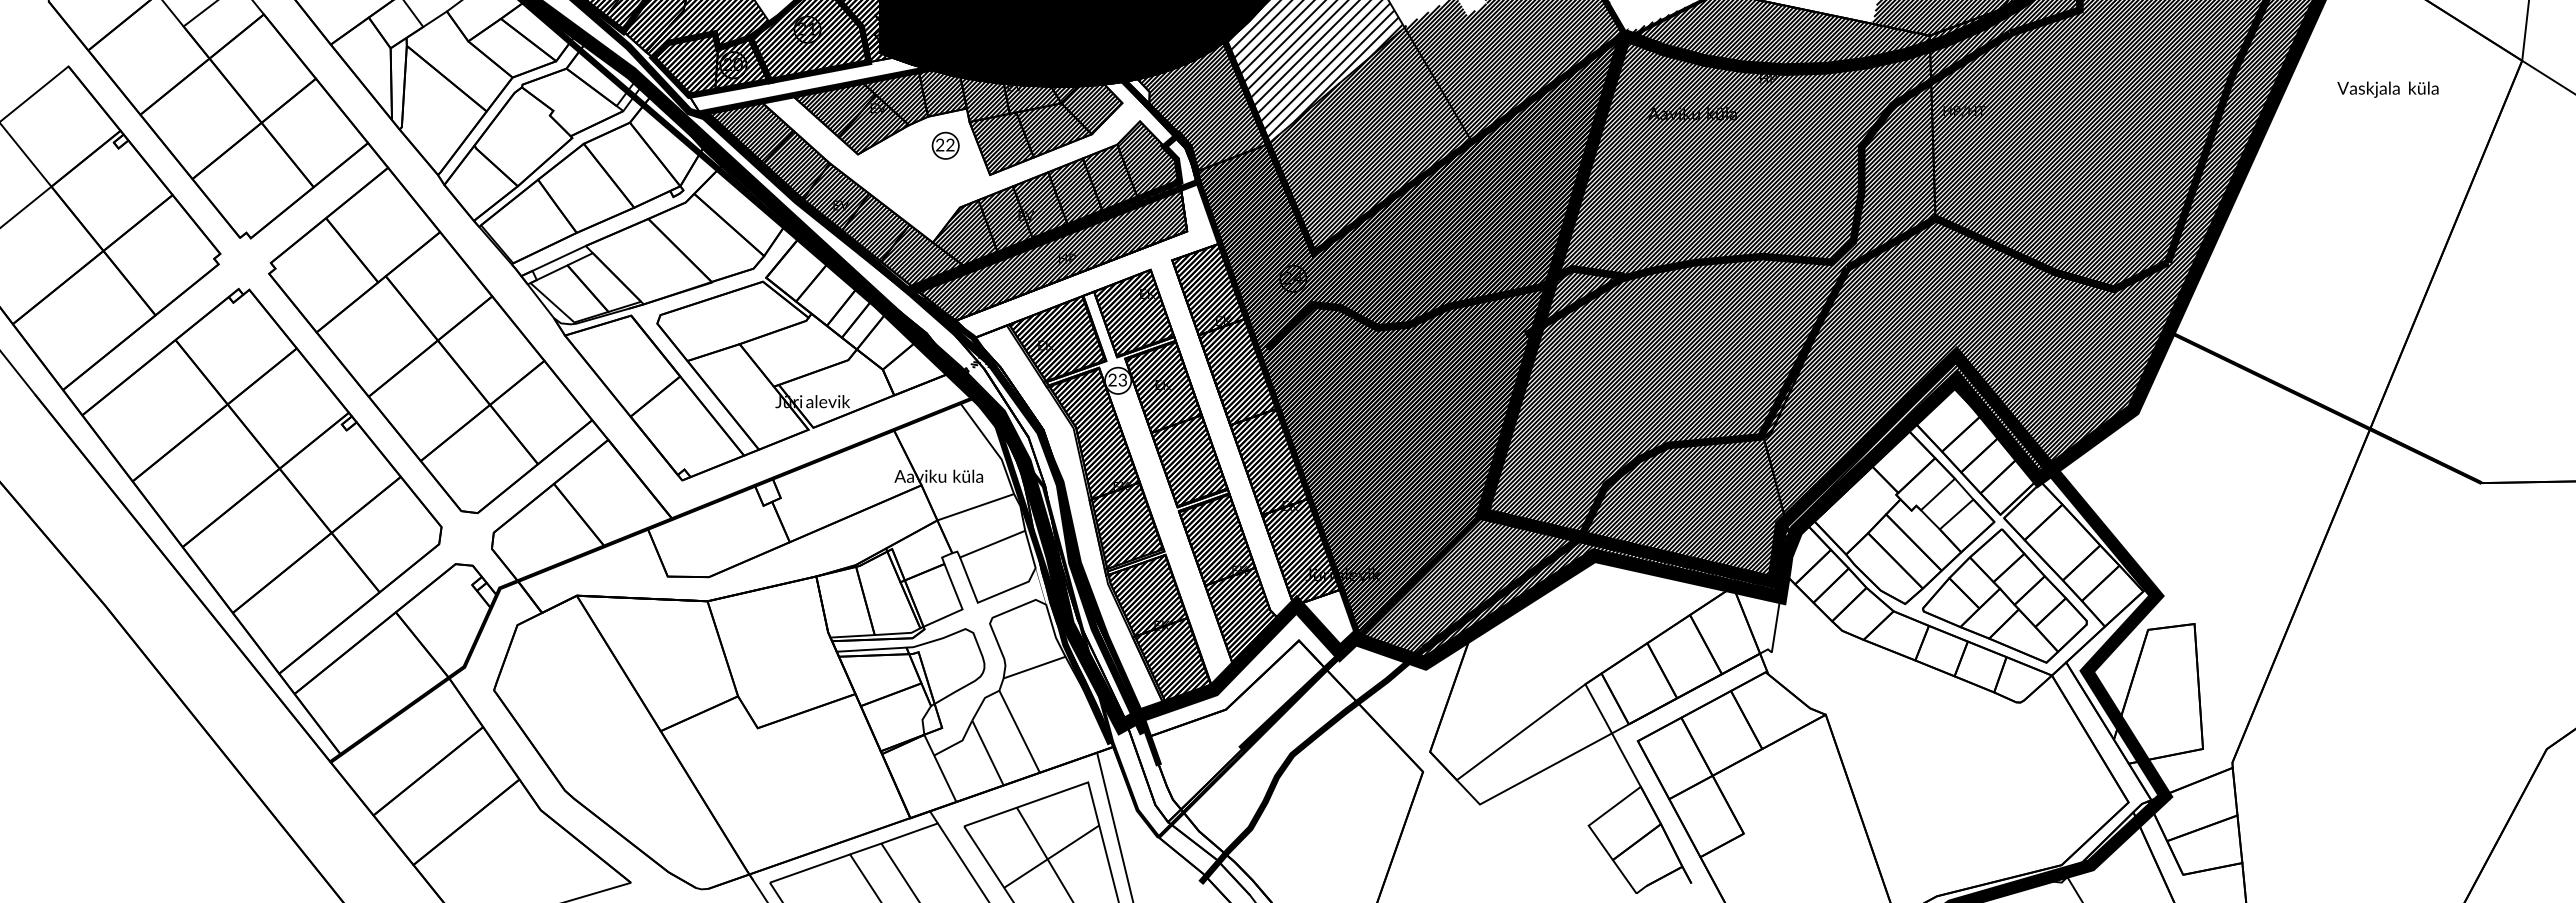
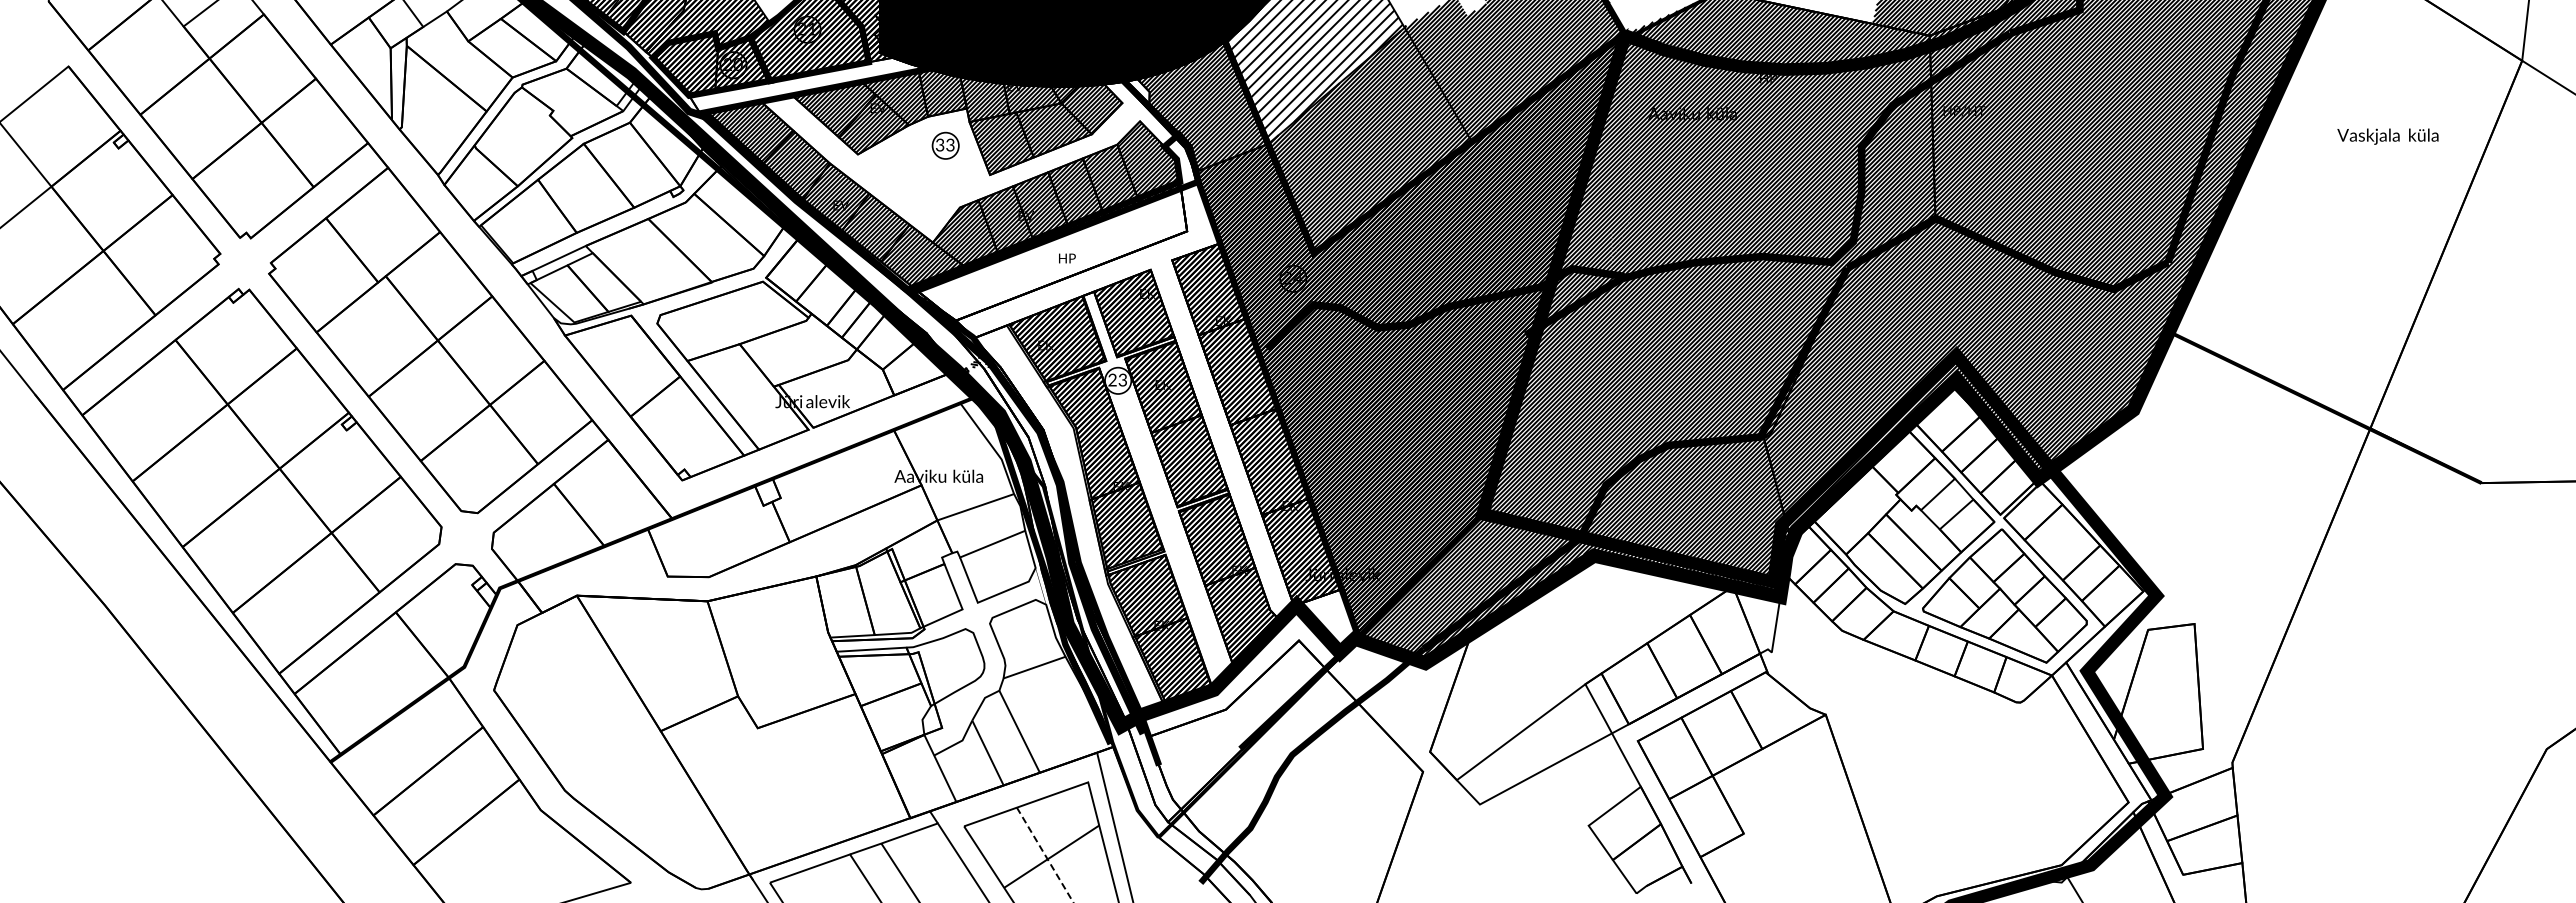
text at (2387, 89) position: (2387, 89) -> (2387, 136)
text at (945, 147): 22 -> 33
hatch at (1053, 254): present -> none
line at (1045, 855): solid -> dashed
